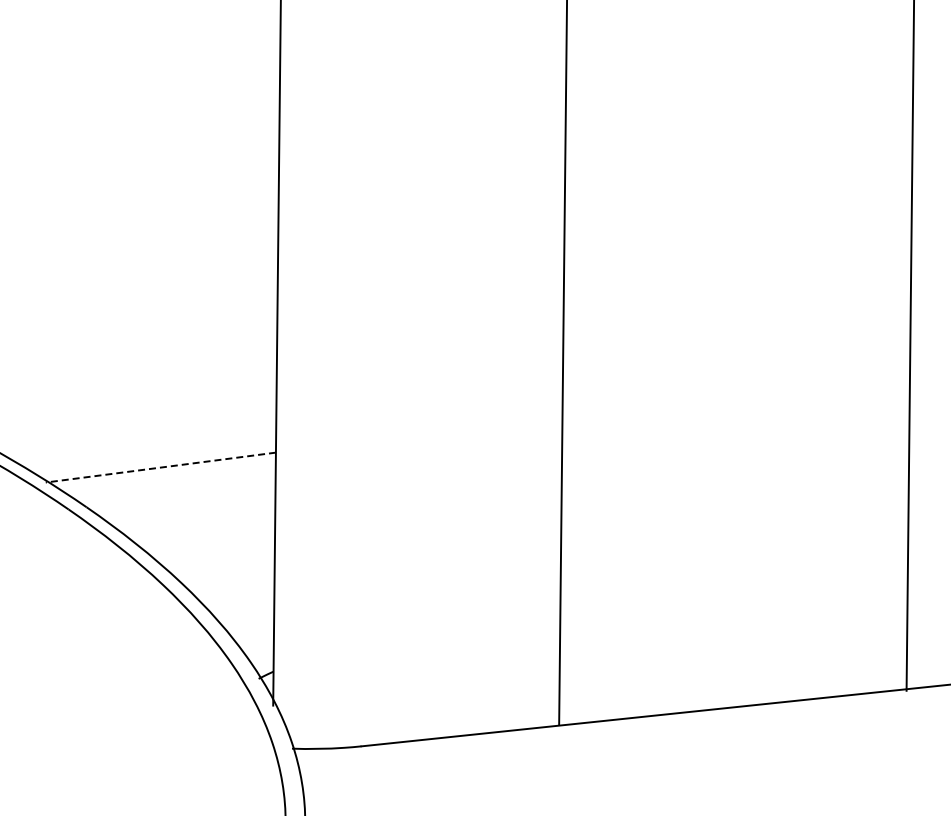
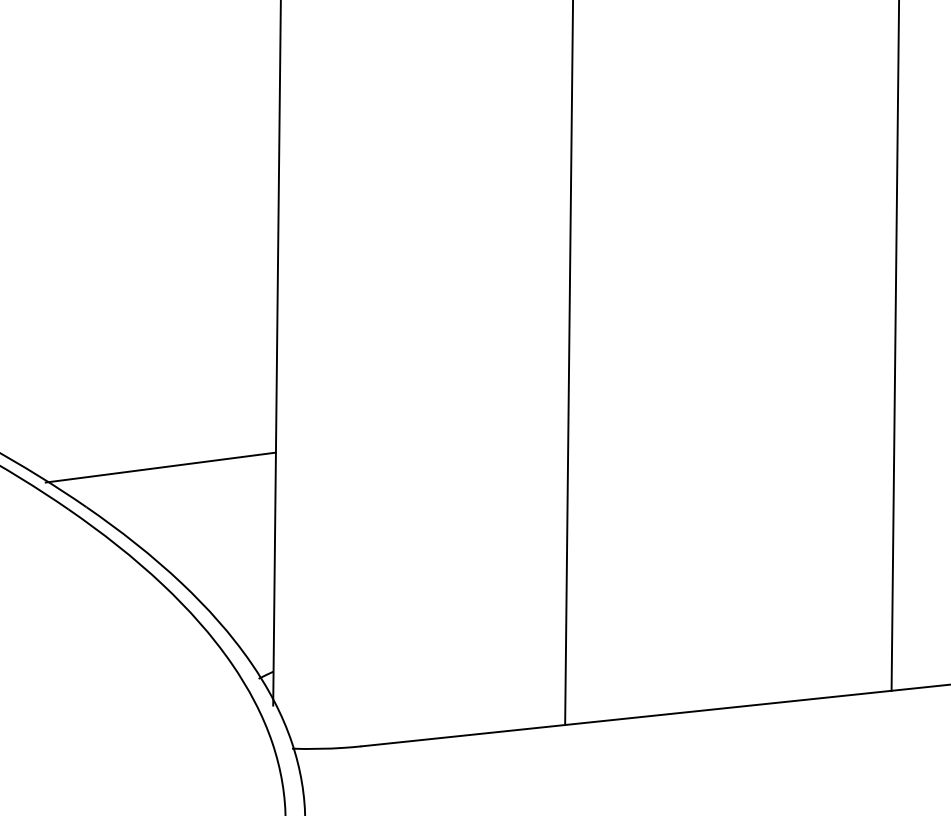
line at (910, 346) position: (910, 346) -> (895, 346)
line at (563, 363) position: (563, 363) -> (569, 363)
line at (160, 467): dashed -> solid
